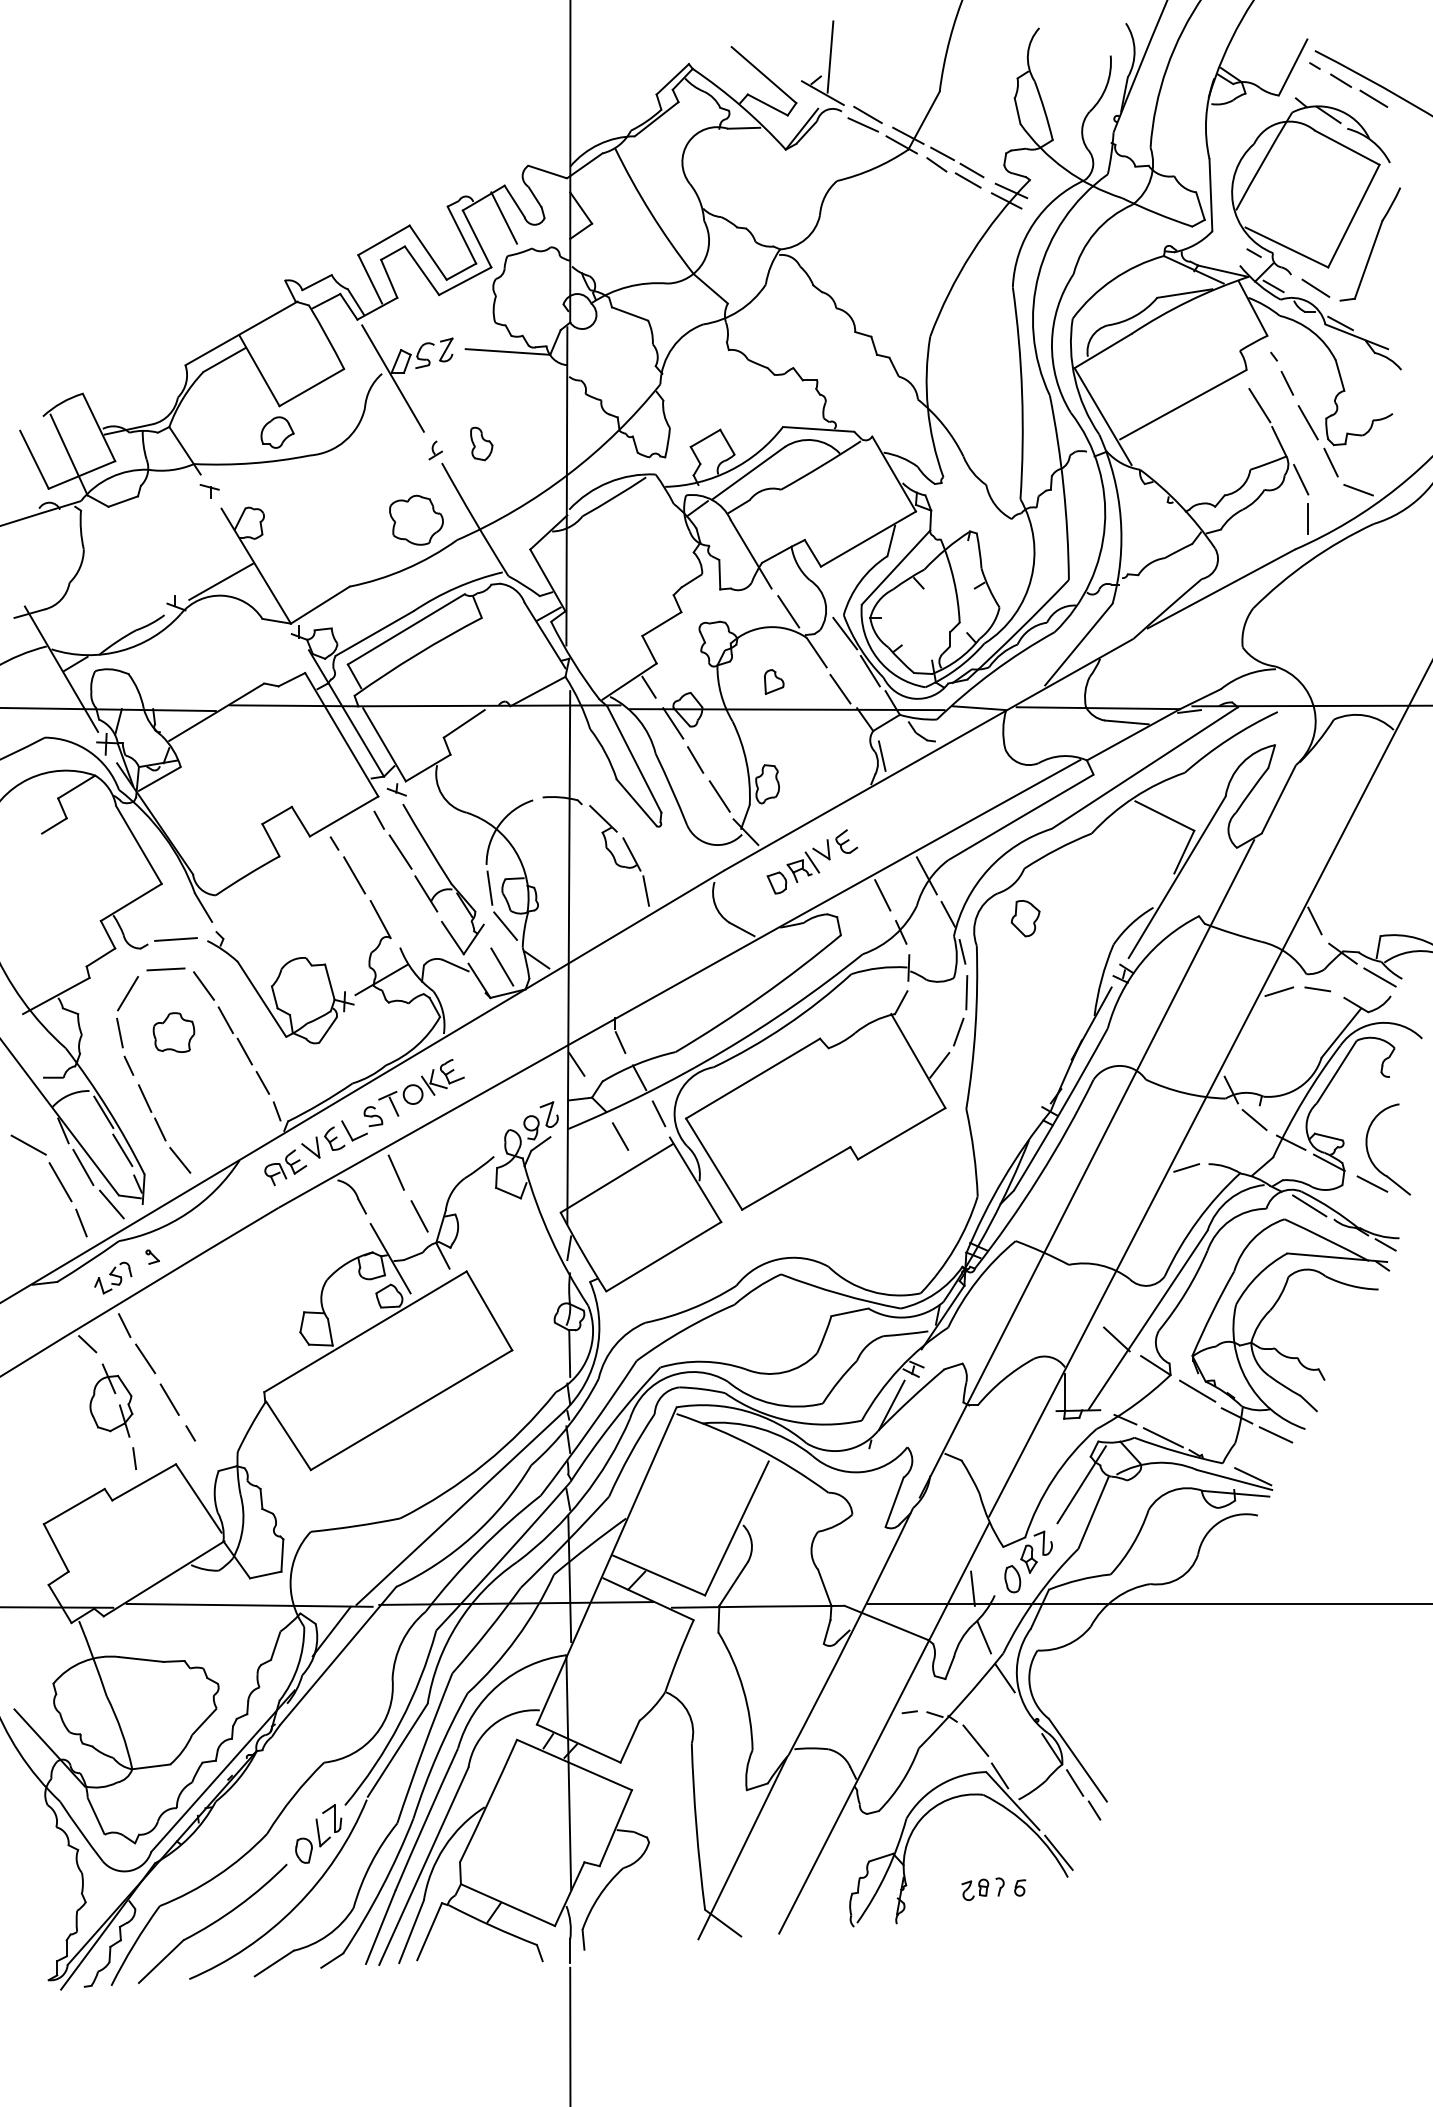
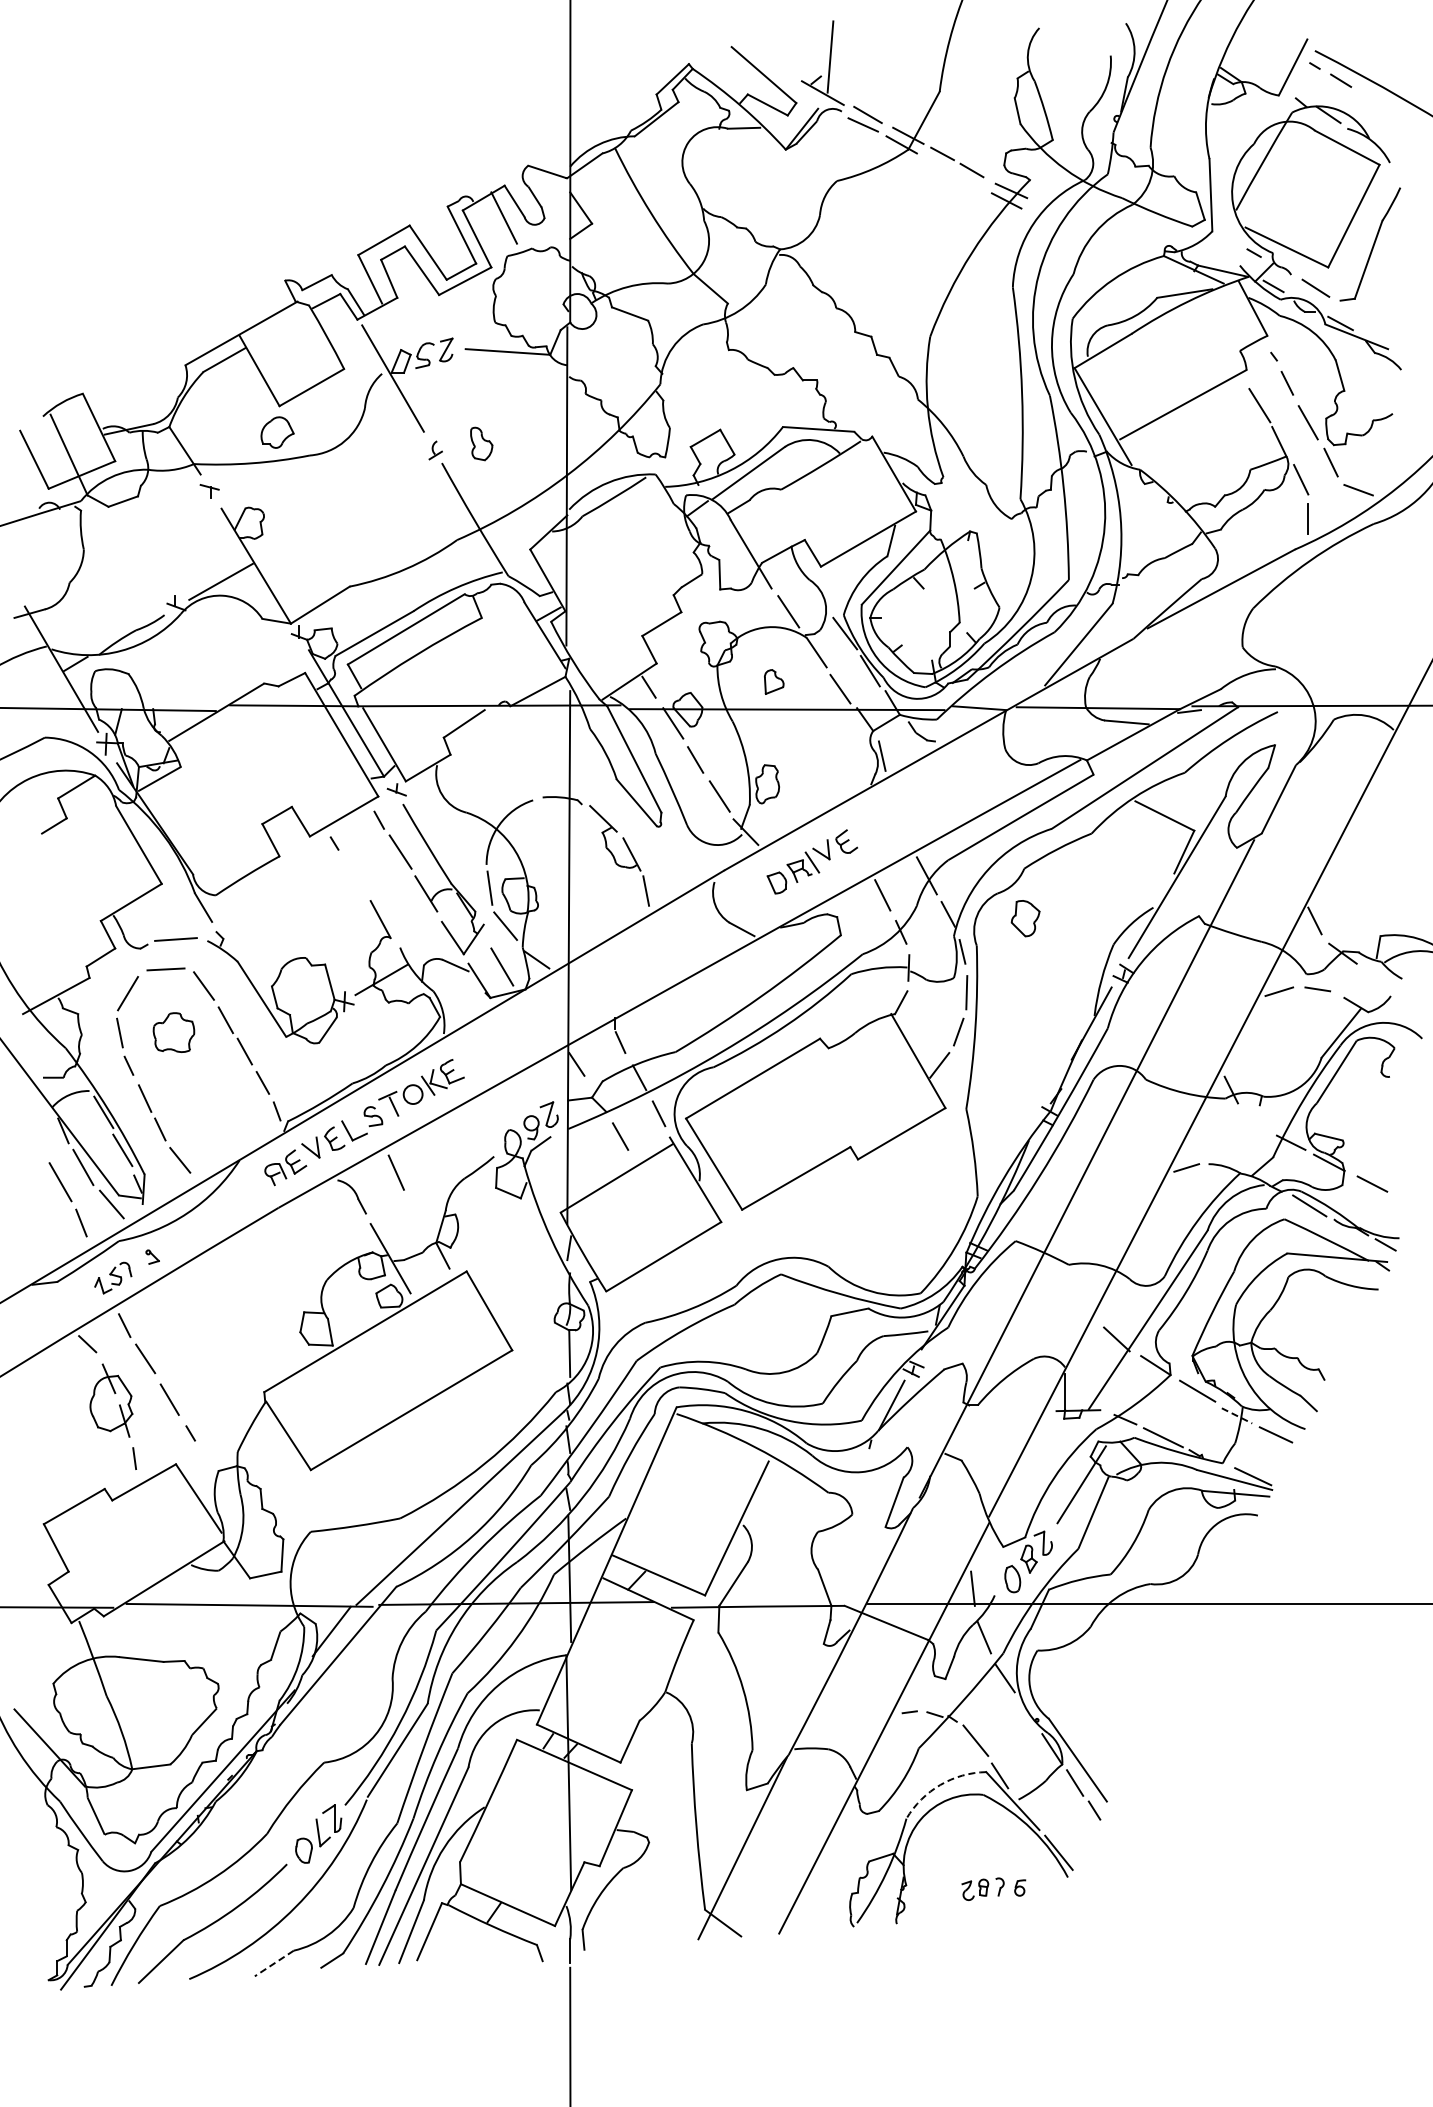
line at (1373, 98): present -> none
part at (953, 172): present -> none
part at (416, 519): present -> none
line at (354, 875): present -> none
line at (1379, 977): present -> none
line at (1254, 1119): present -> none
line at (28, 1144): present -> none
part at (1371, 1158): present -> none
line at (419, 1216): present -> none
line at (1237, 1415): solid -> dashed
arc at (940, 1785): solid -> dashed
line at (273, 1963): solid -> dashed
